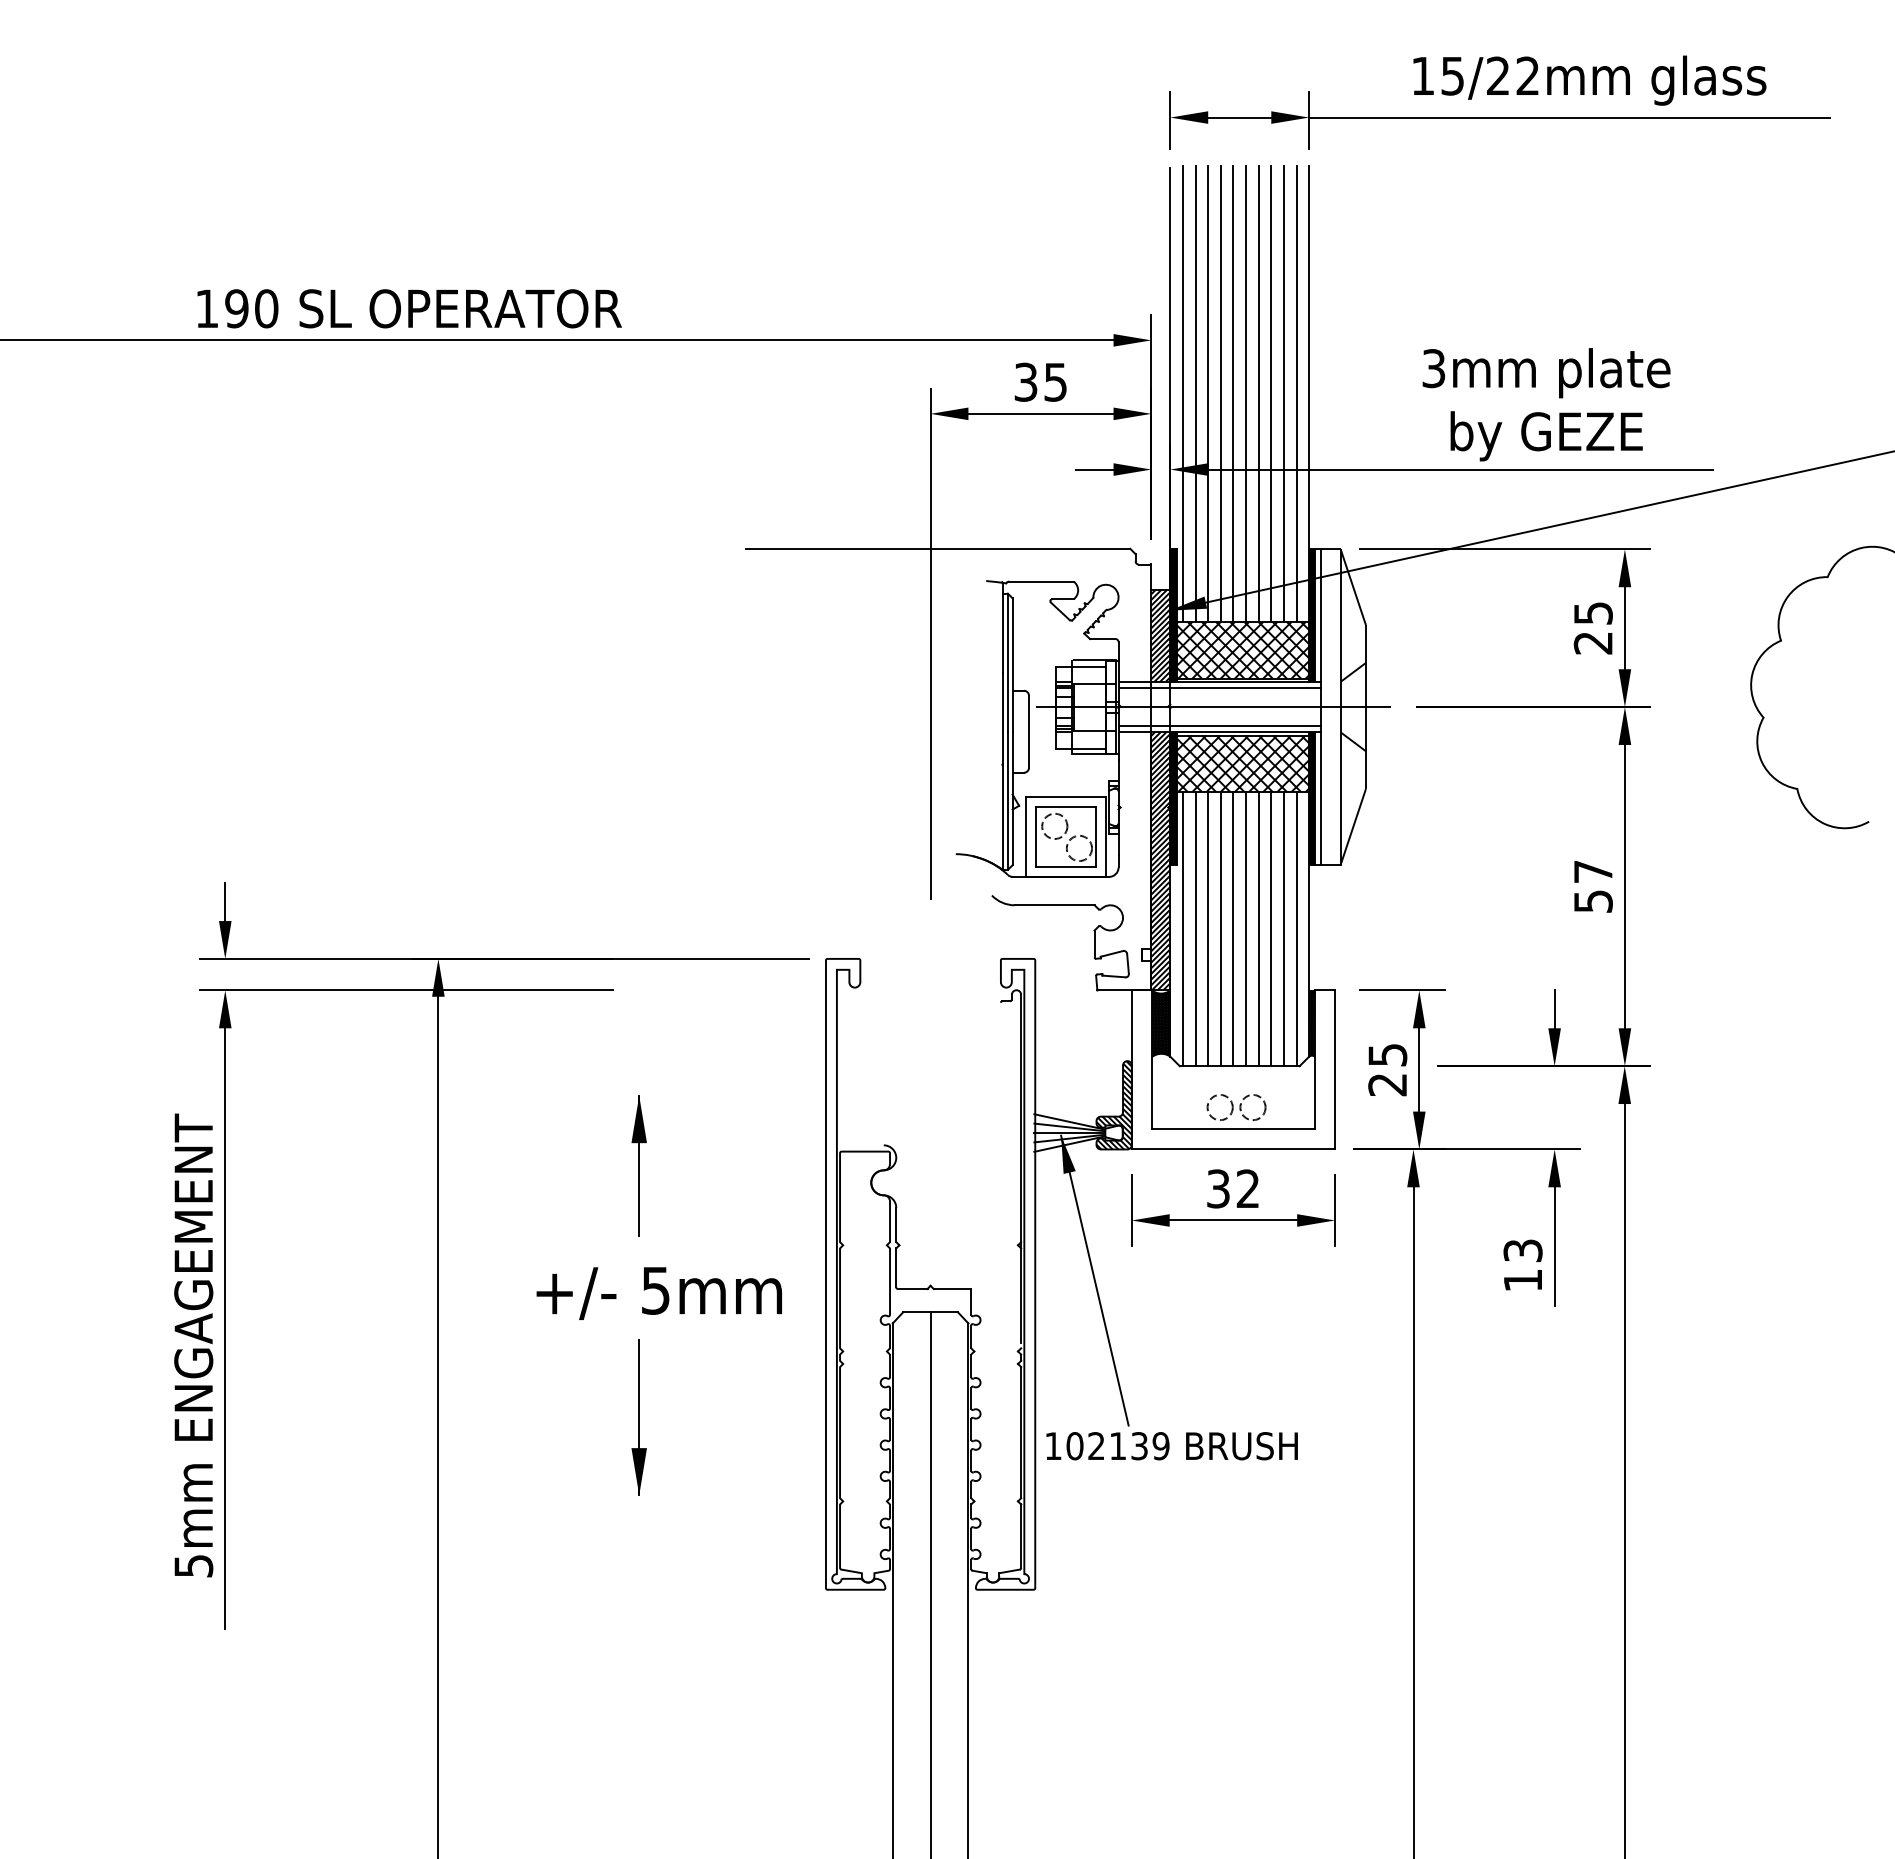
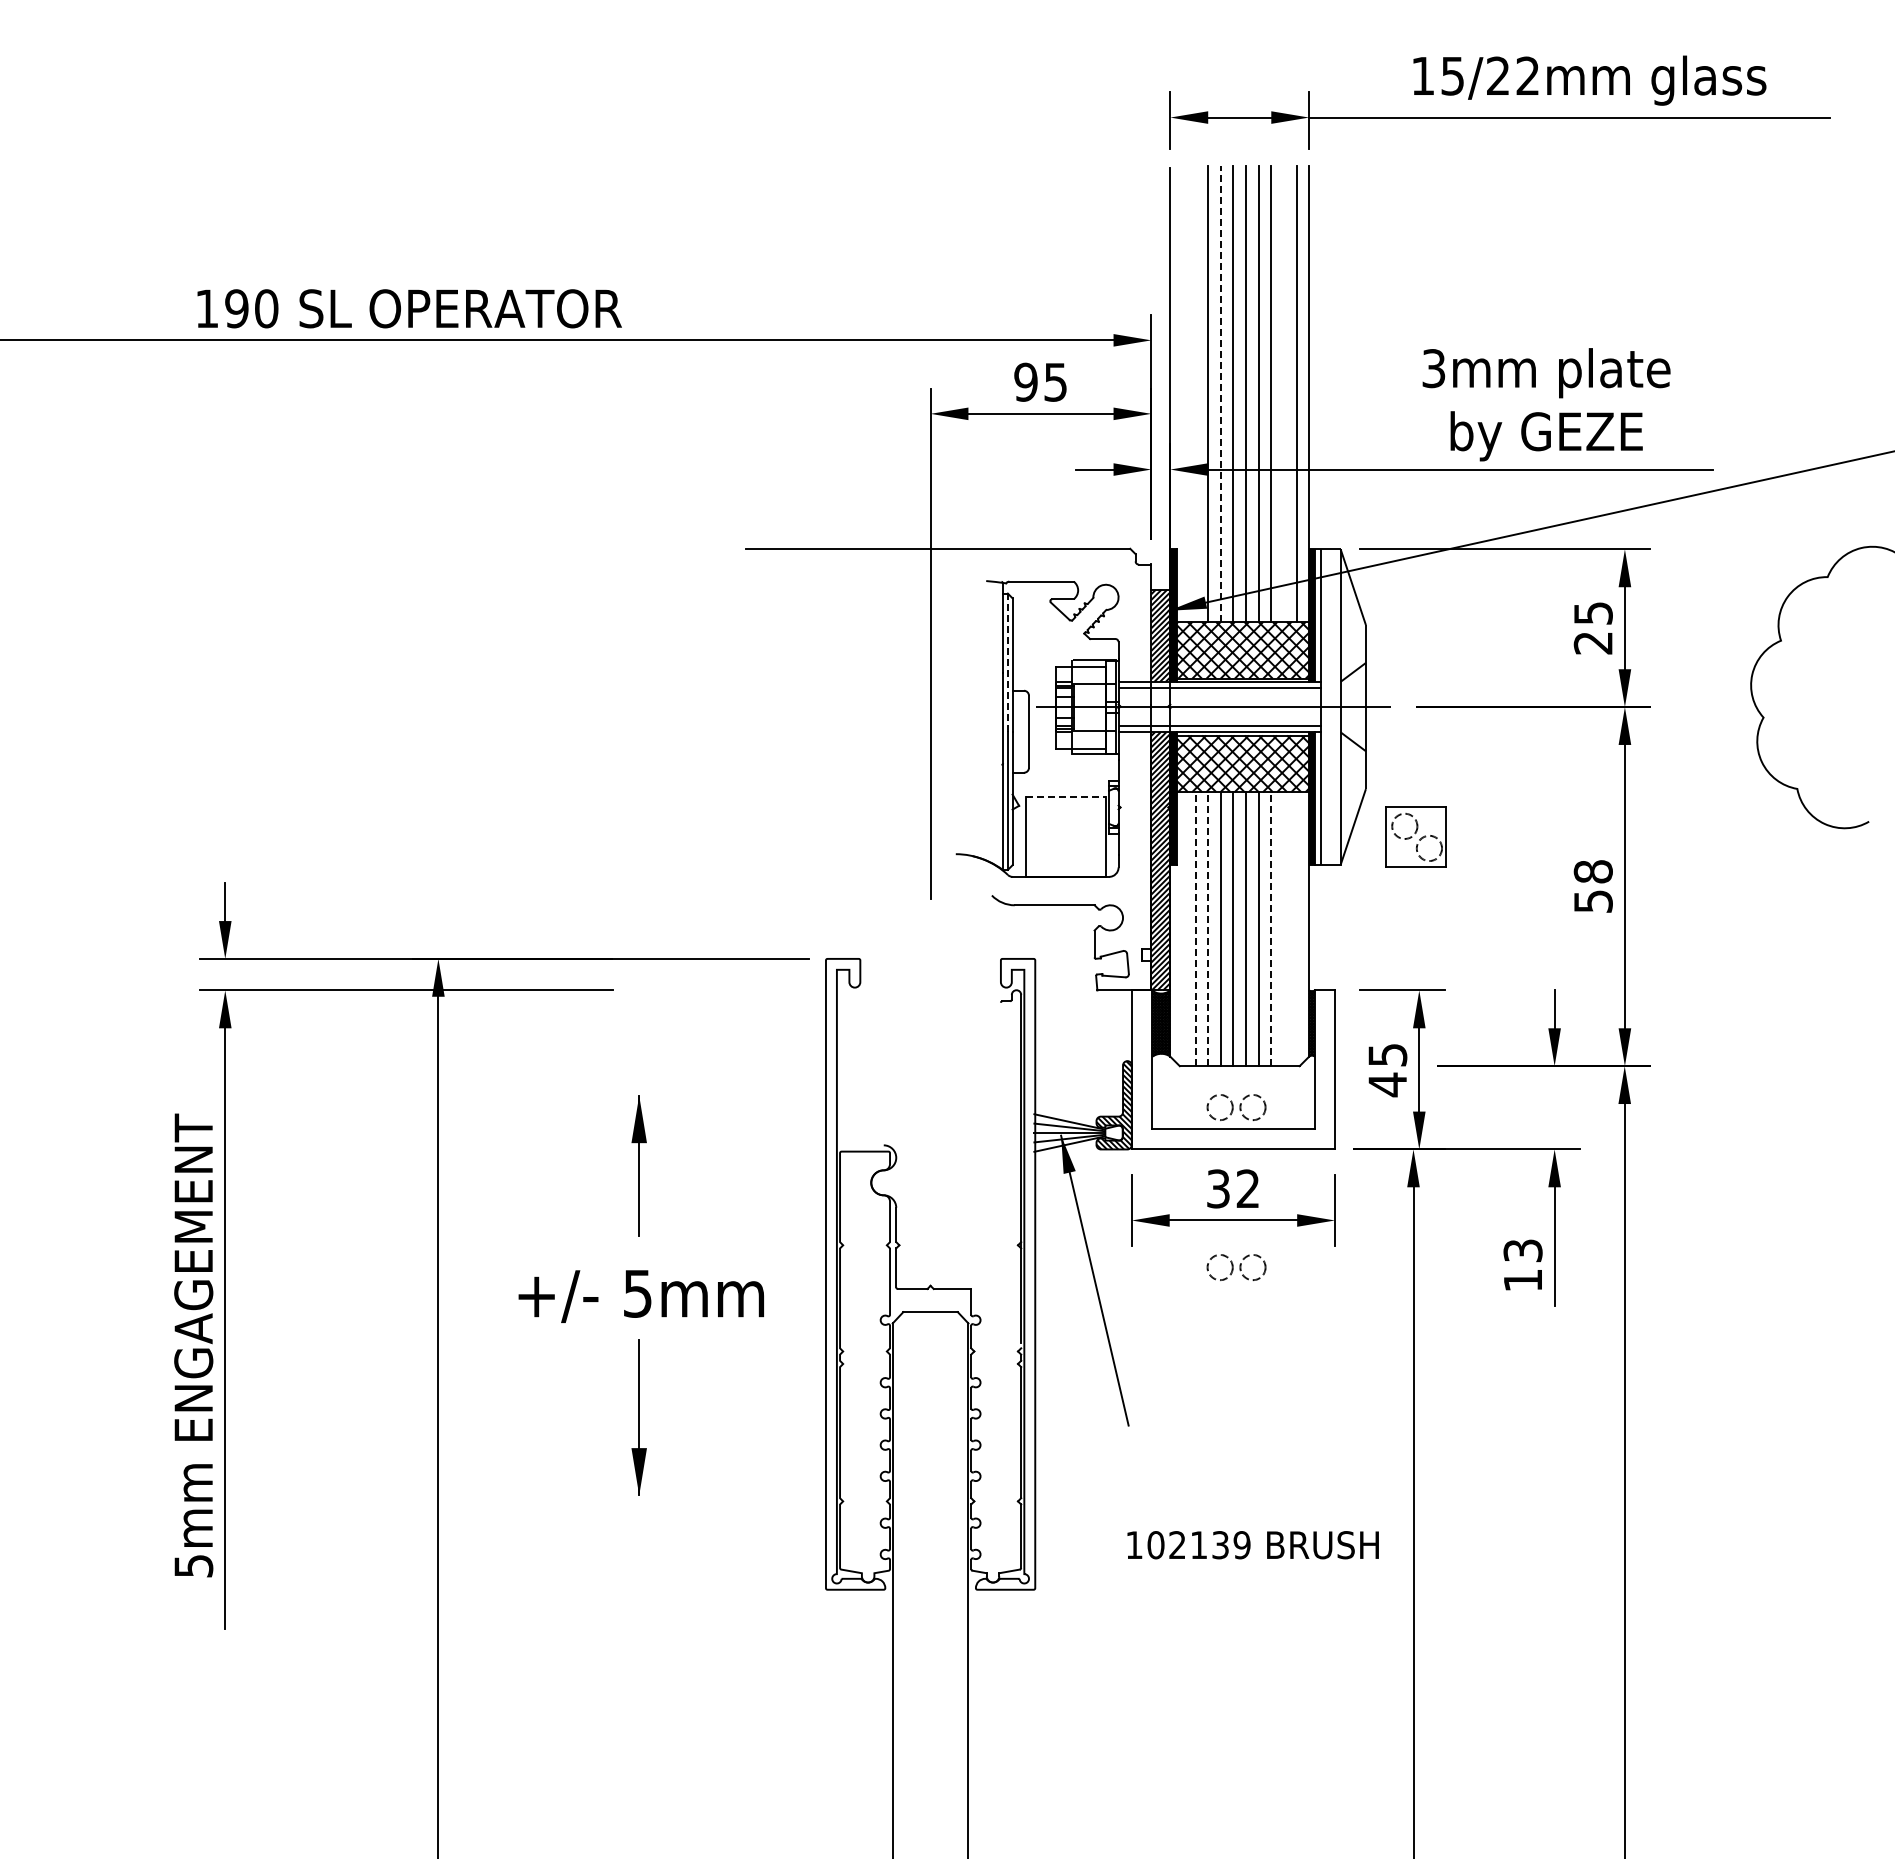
text at (1025, 381): 35 -> 95
line at (1182, 393): present -> none
line at (1195, 393): present -> none
line at (1220, 393): solid -> dashed
line at (1283, 393): present -> none
line at (1007, 662): solid -> dashed
line at (1066, 796): solid -> dashed
part at (1065, 836) position: (1065, 836) -> (1415, 836)
text at (1592, 871): 57 -> 58
line at (1182, 929): present -> none
line at (1195, 929): solid -> dashed
line at (1208, 929): solid -> dashed
line at (1271, 929): solid -> dashed
line at (1283, 929): present -> none
line at (1296, 929): present -> none
text at (1387, 1084): 25 -> 45
part at (1236, 1267): none -> present
text at (658, 1293) position: (658, 1293) -> (640, 1296)
text at (1171, 1446) position: (1171, 1446) -> (1252, 1545)
line at (930, 1583): present -> none
